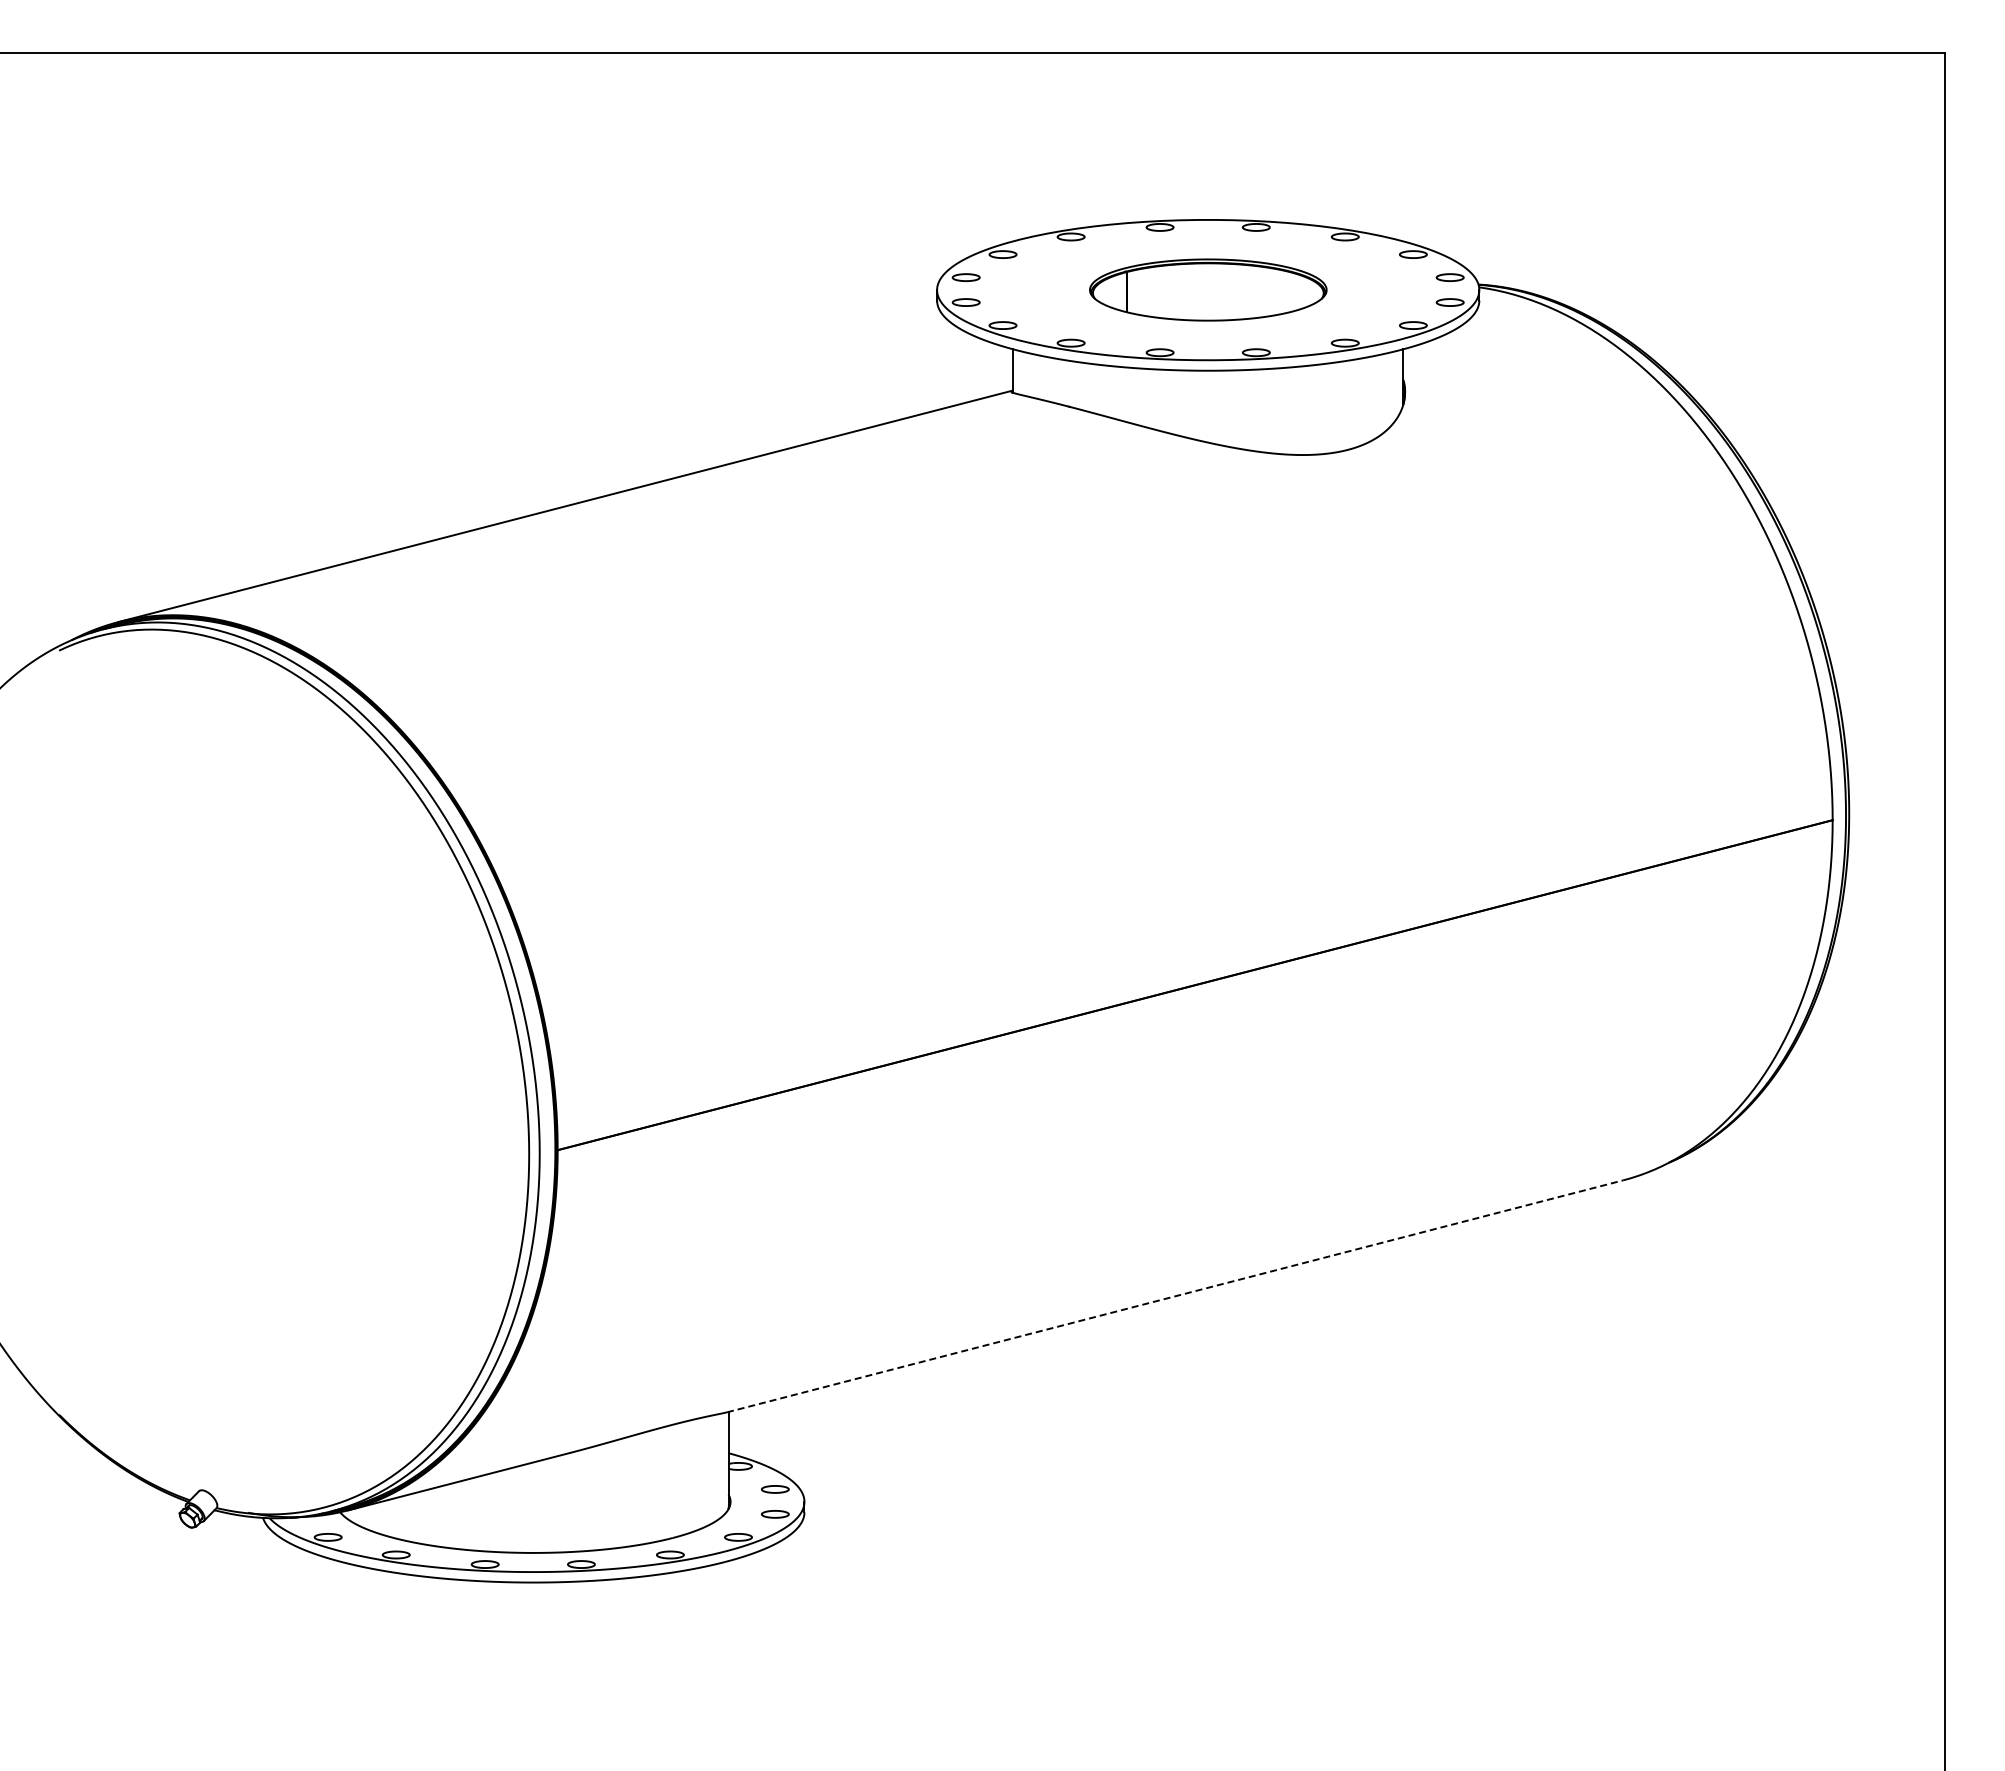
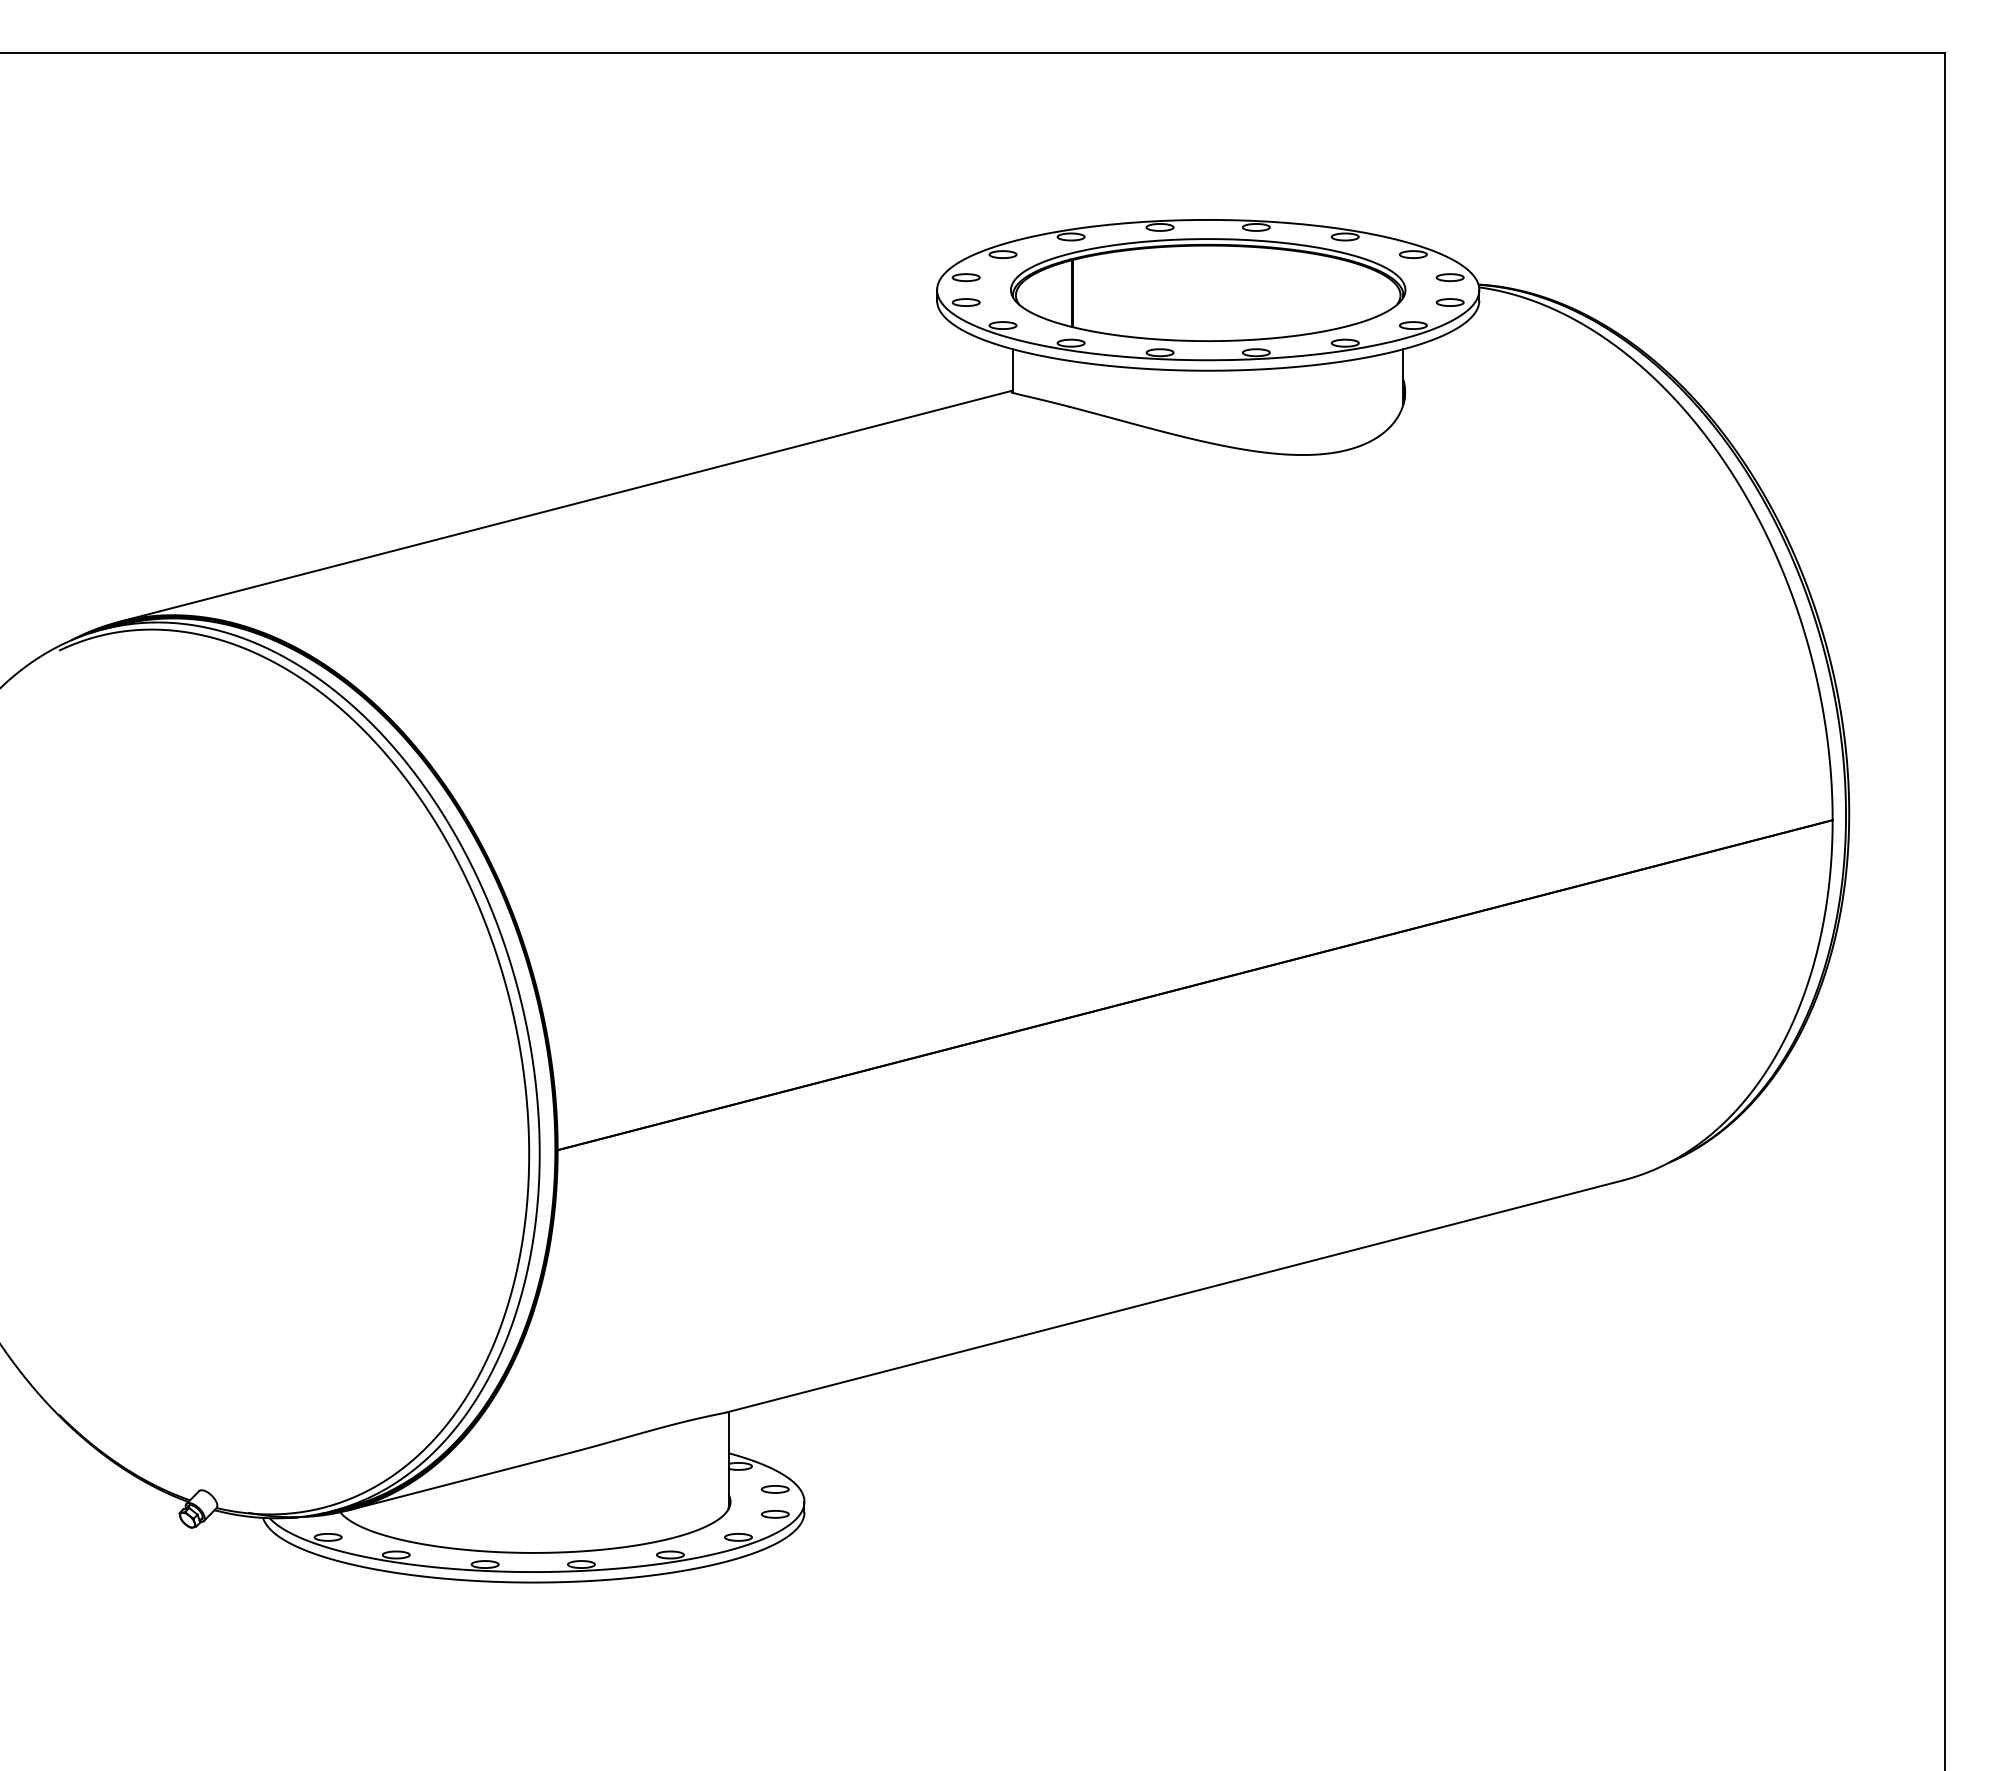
part at (1208, 289) size: 239x64 px -> 397x104 px
line at (1175, 1296): dashed -> solid
